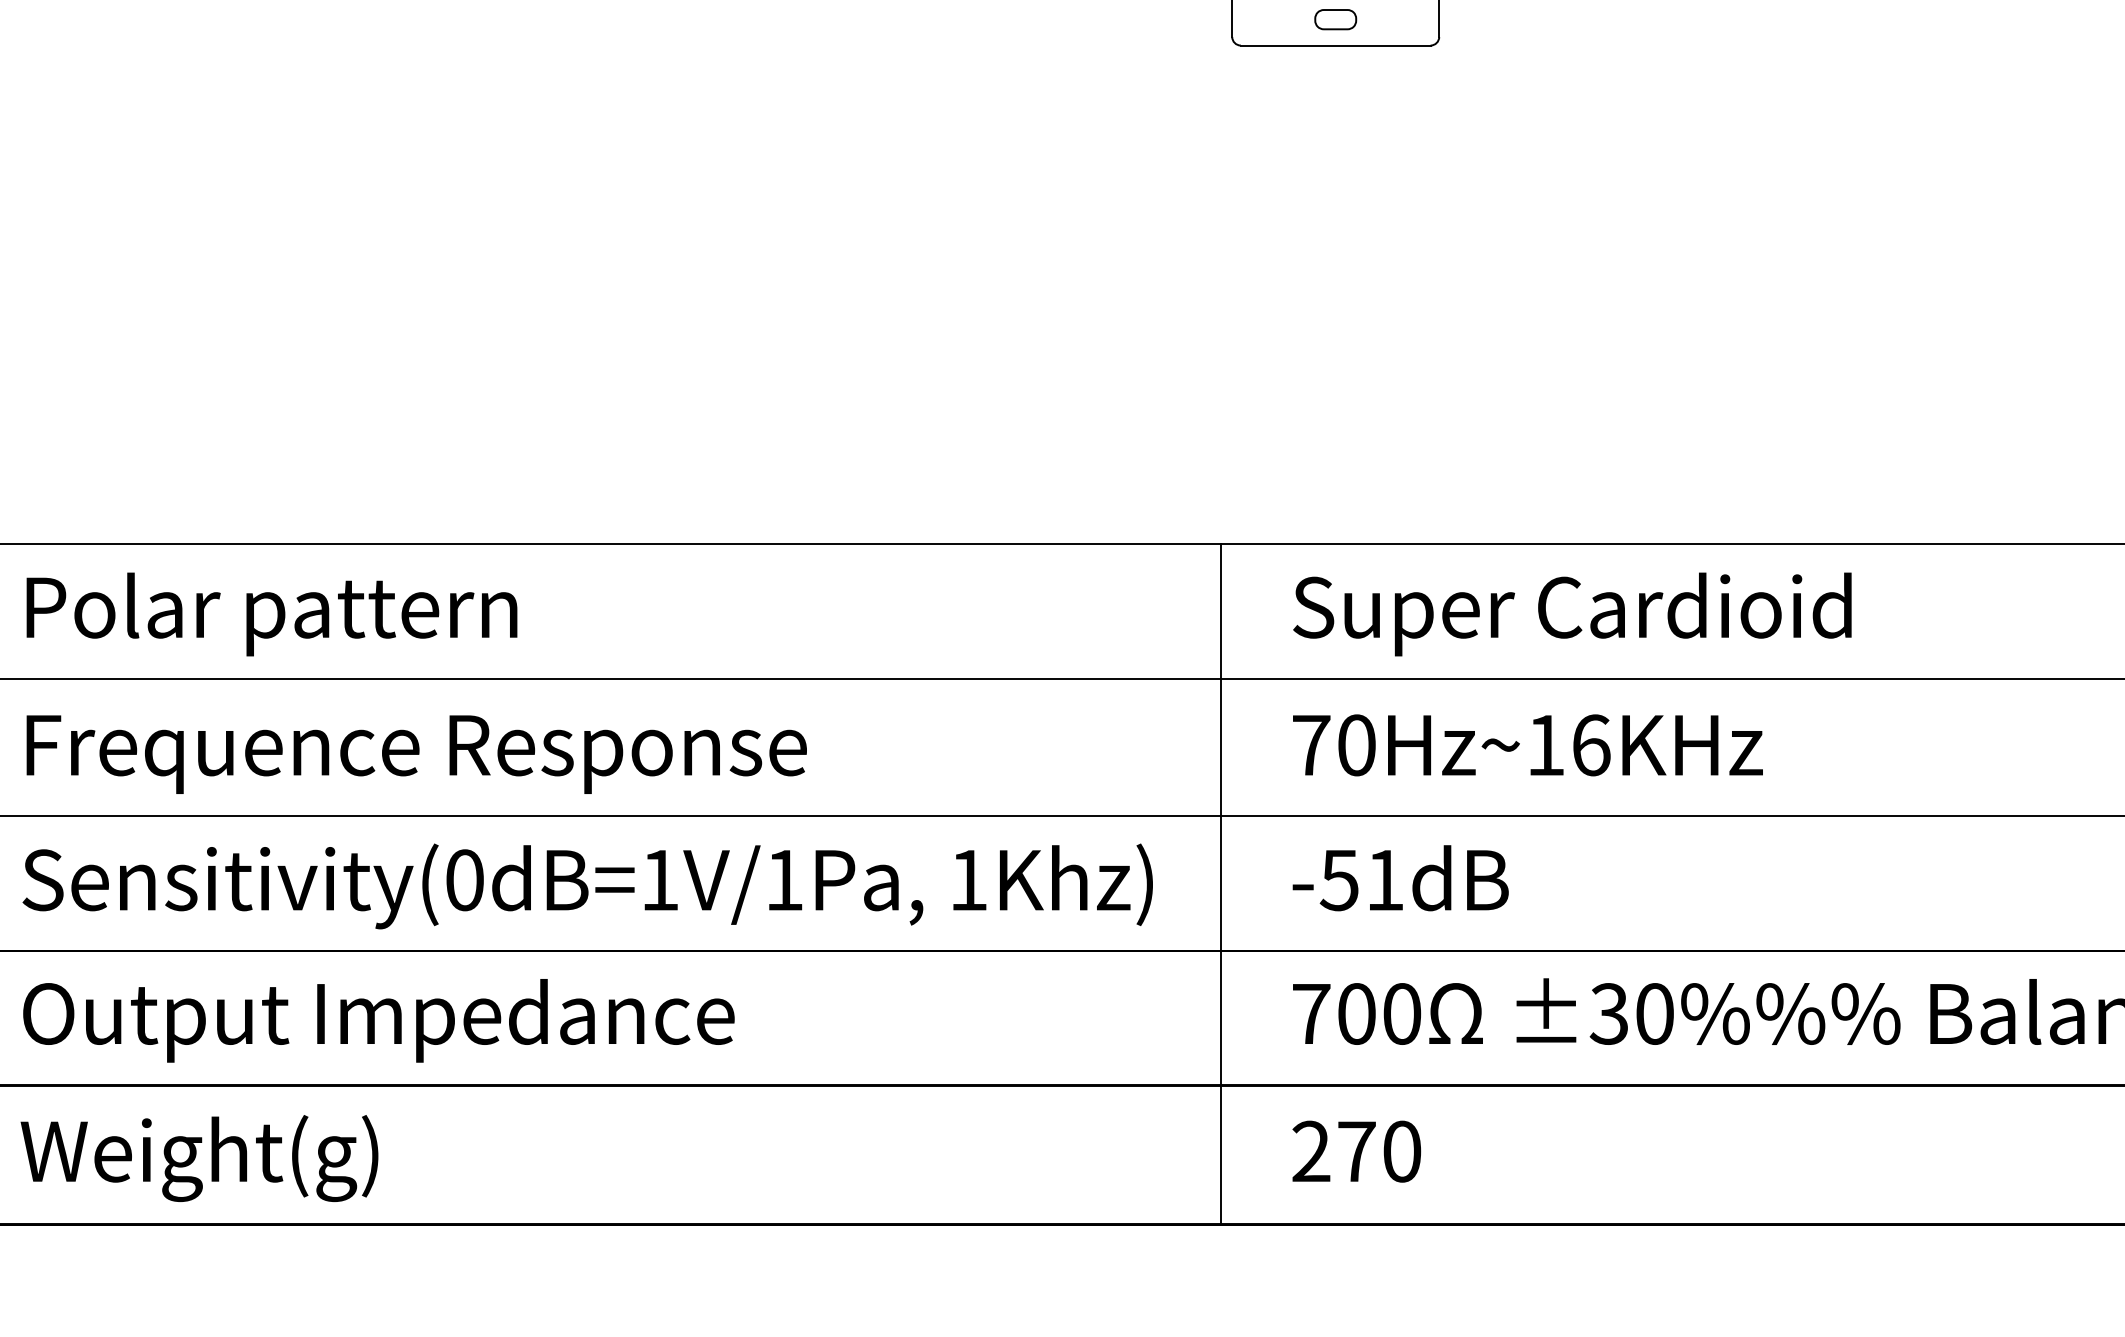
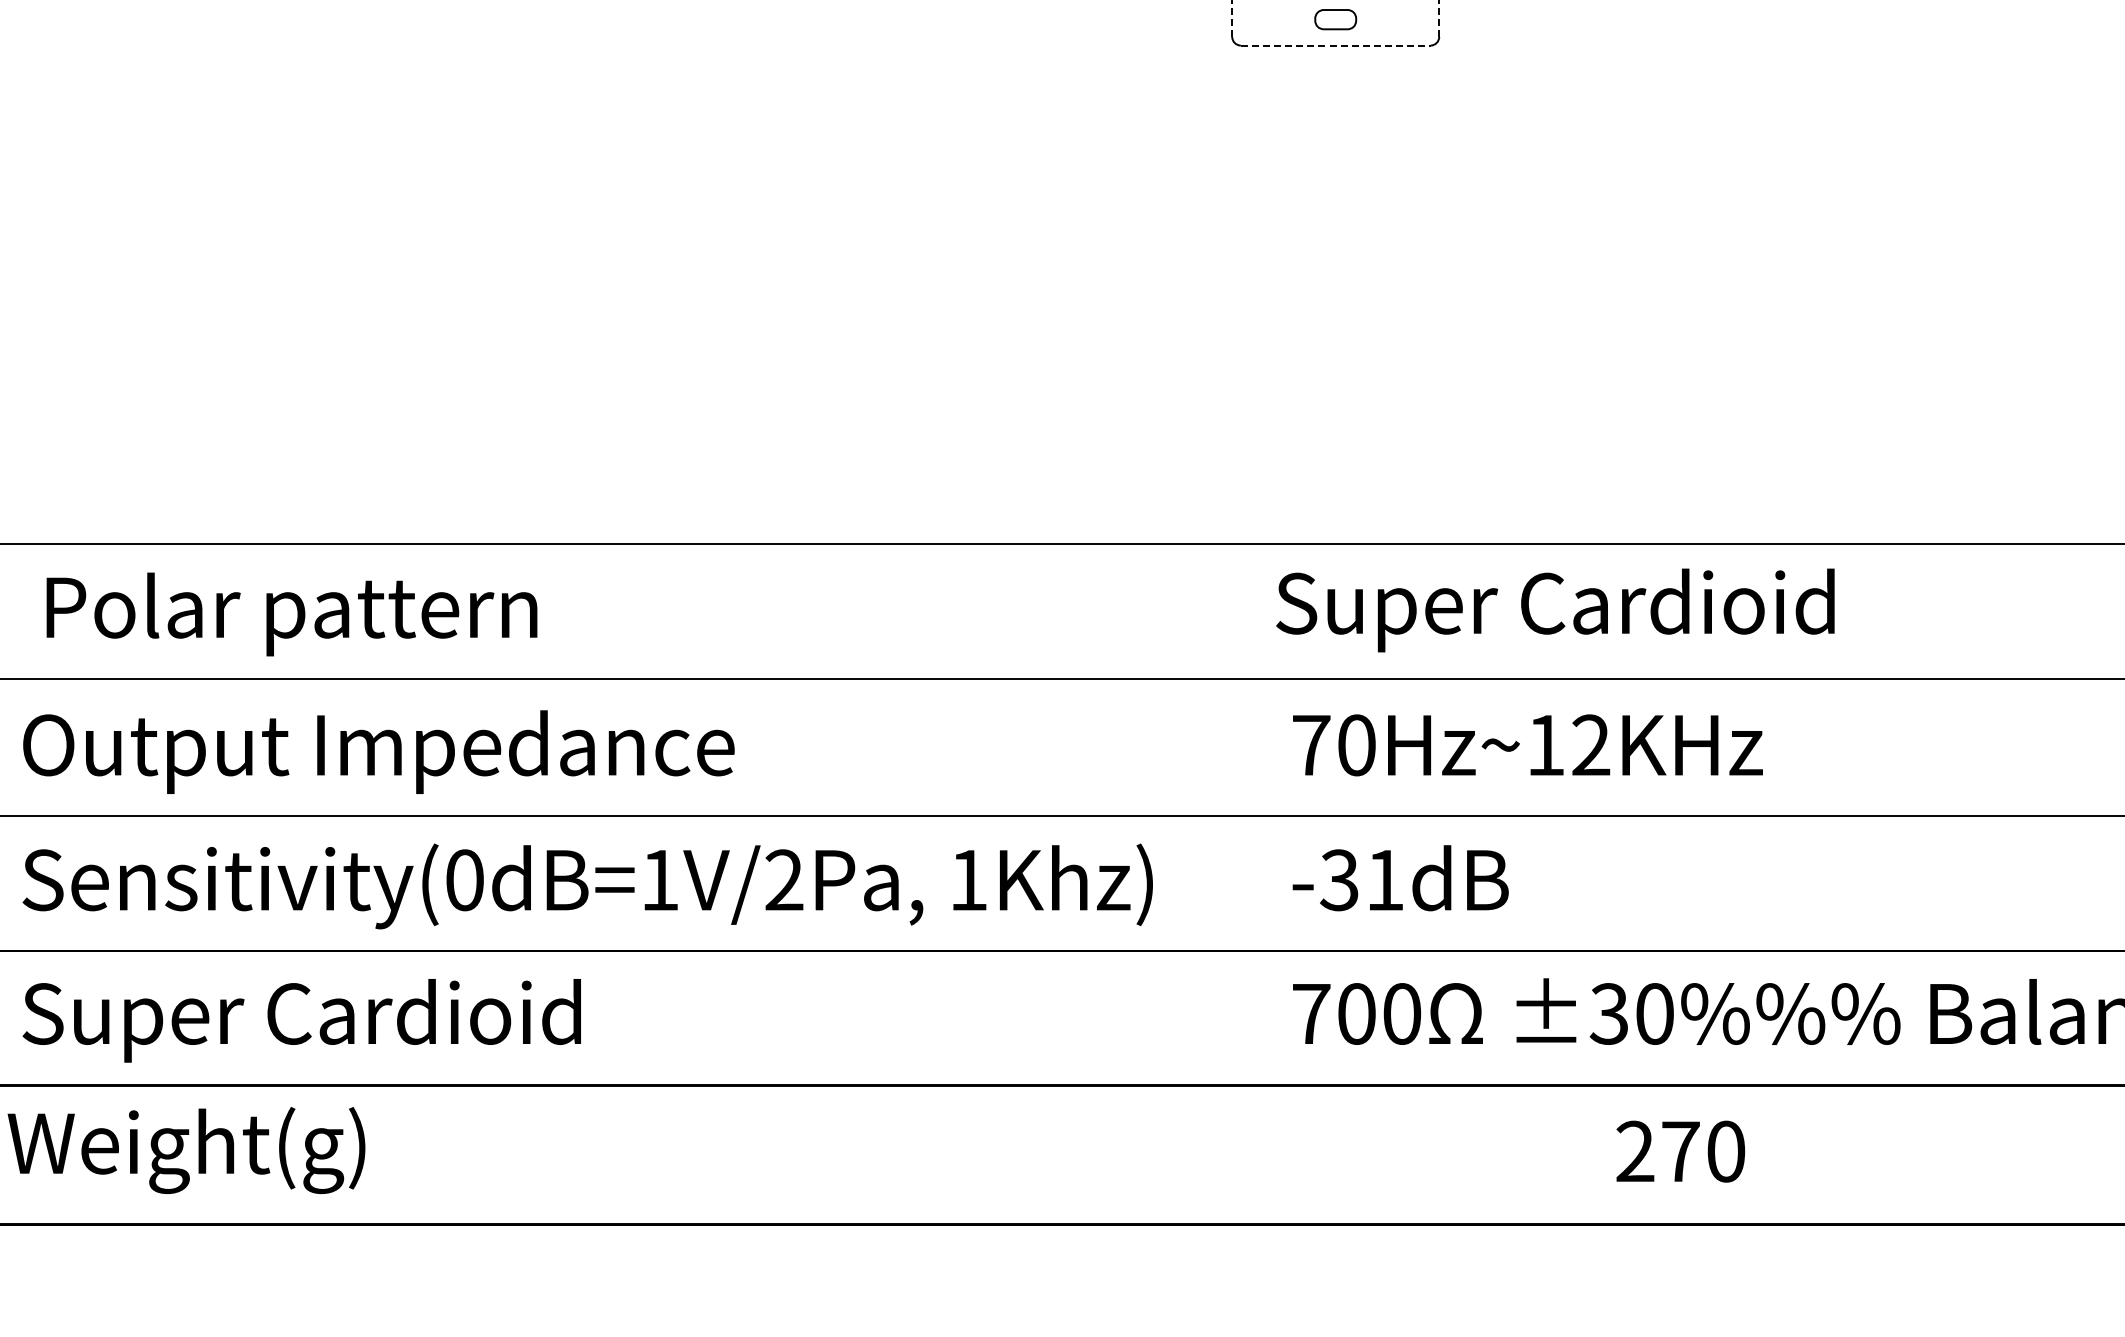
line at (1232, 18): solid -> dashed
line at (1439, 18): solid -> dashed
line at (1335, 45): solid -> dashed
text at (271, 614) position: (271, 614) -> (291, 614)
text at (1572, 614) position: (1572, 614) -> (1555, 610)
text at (1591, 745): 70Hz~16KHz -> 70Hz~12KHz
text at (414, 751): Frequence Response -> Output Impedance
text at (784, 879): Sensitivity(0dB=1V/1Pa, -> Sensitivity(0dB=1V/2Pa,
text at (1338, 879): -51dB -> -31dB
line at (1220, 884): present -> none
text at (378, 1020): Output Impedance -> Super Cardioid
text at (1356, 1151) position: (1356, 1151) -> (1680, 1151)
text at (199, 1158) position: (199, 1158) -> (186, 1150)
